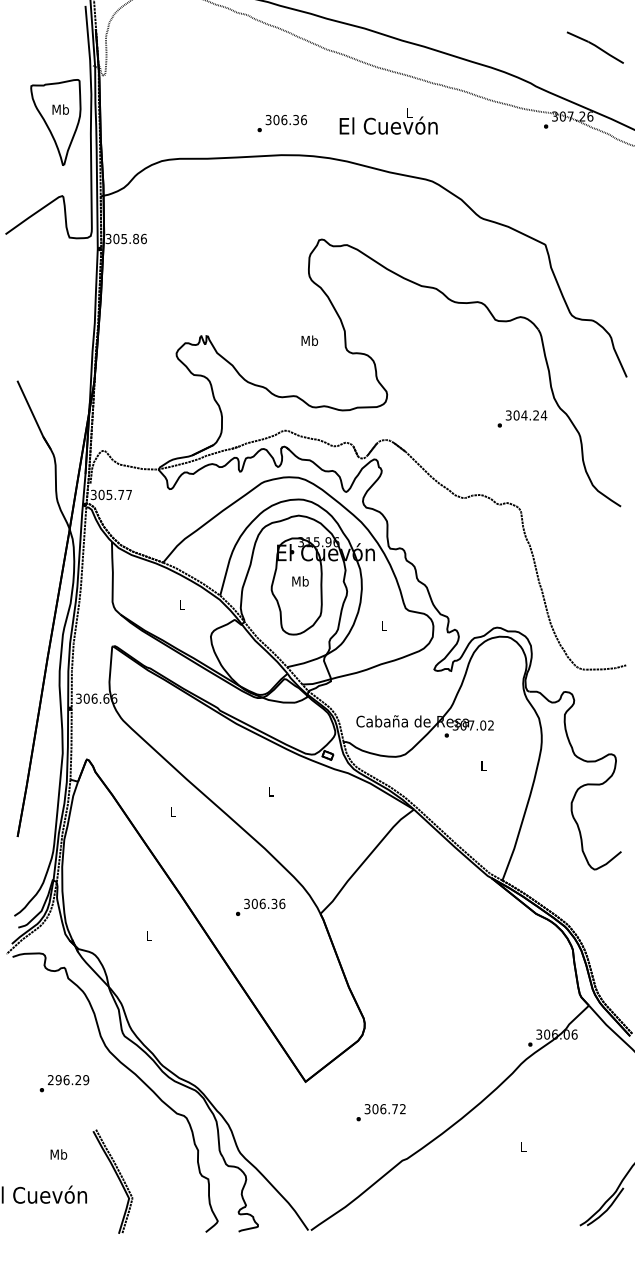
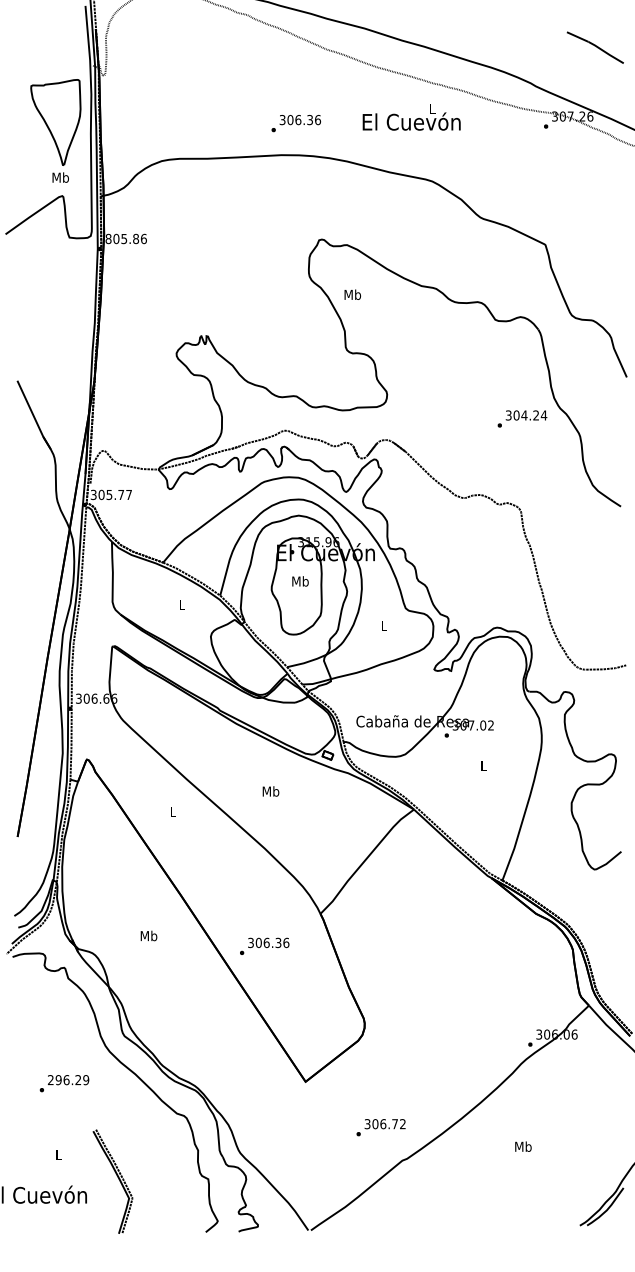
text at (60, 109) position: (60, 109) -> (60, 177)
text at (388, 121) position: (388, 121) -> (411, 117)
text at (281, 123) position: (281, 123) -> (295, 123)
text at (108, 239): 305.86 -> 805.86
text at (309, 340) position: (309, 340) -> (352, 294)
text at (270, 791): L -> Mb
text at (260, 906) position: (260, 906) -> (264, 945)
text at (148, 935): L -> Mb
text at (380, 1112) position: (380, 1112) -> (380, 1127)
text at (523, 1146): L -> Mb
text at (58, 1154): Mb -> L
